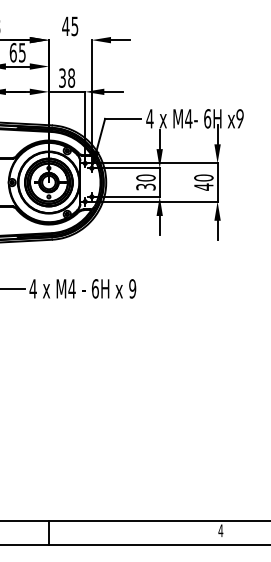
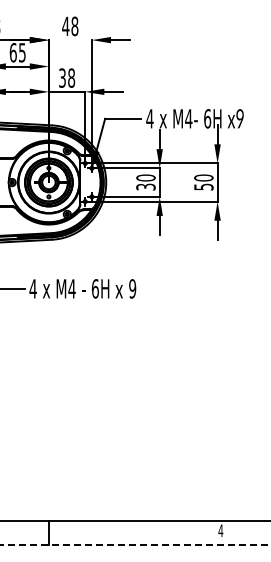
text at (74, 26): 45 -> 48
text at (203, 186): 40 -> 50
line at (135, 545): solid -> dashed
